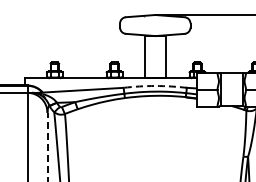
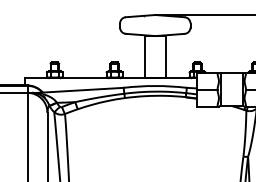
arc at (155, 86): dashed -> solid
line at (47, 146): dashed -> solid
